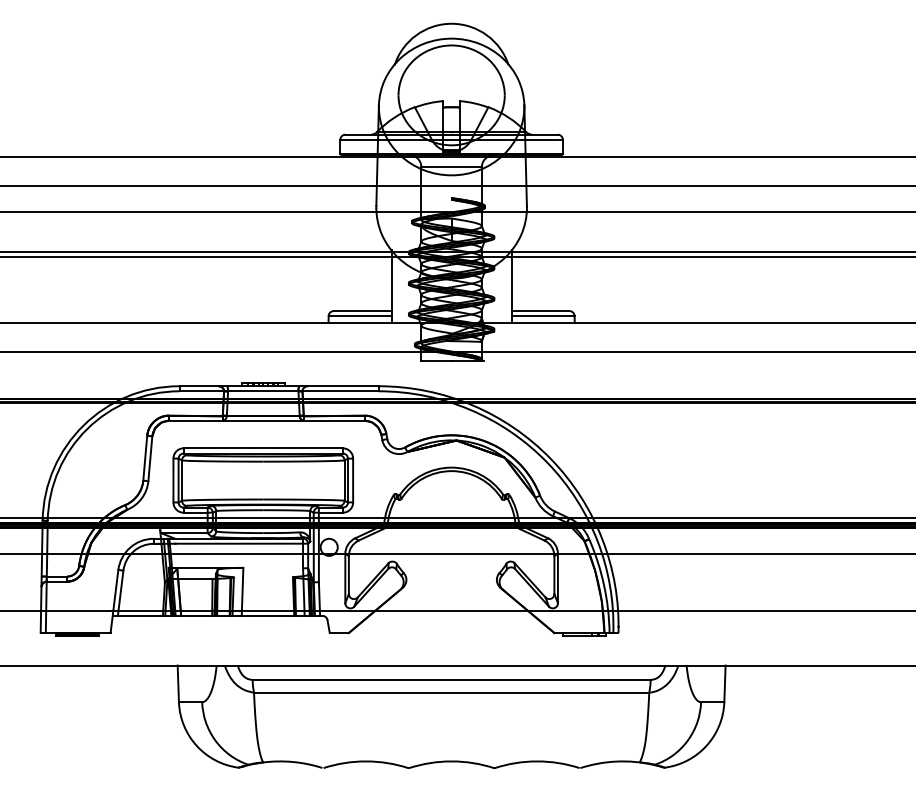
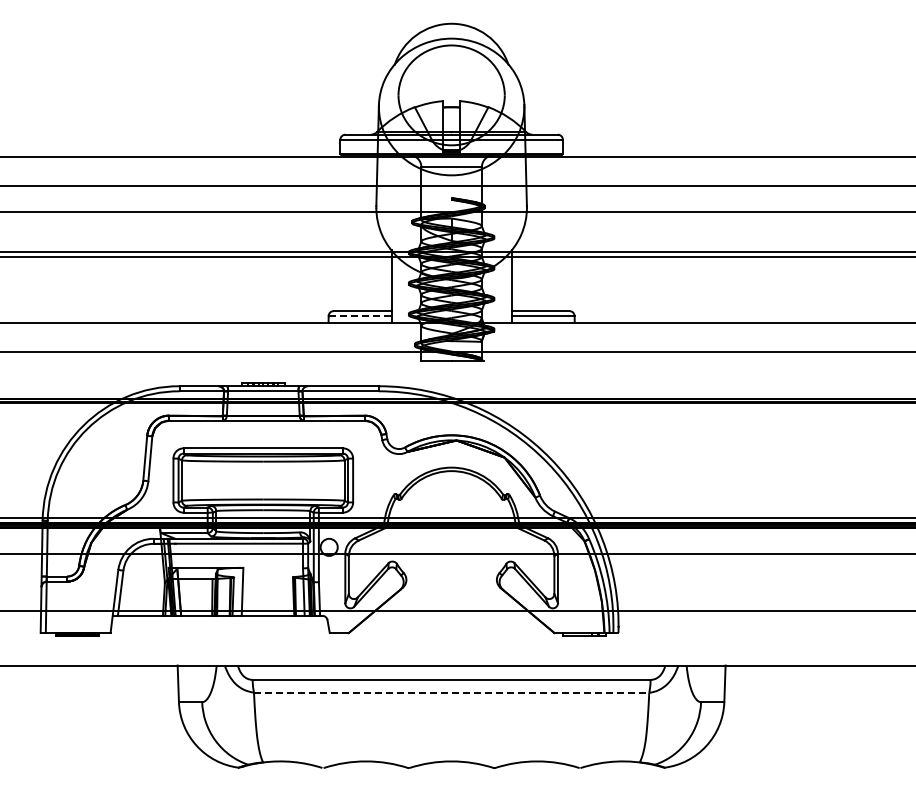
line at (360, 316): solid -> dashed
line at (451, 692): solid -> dashed
